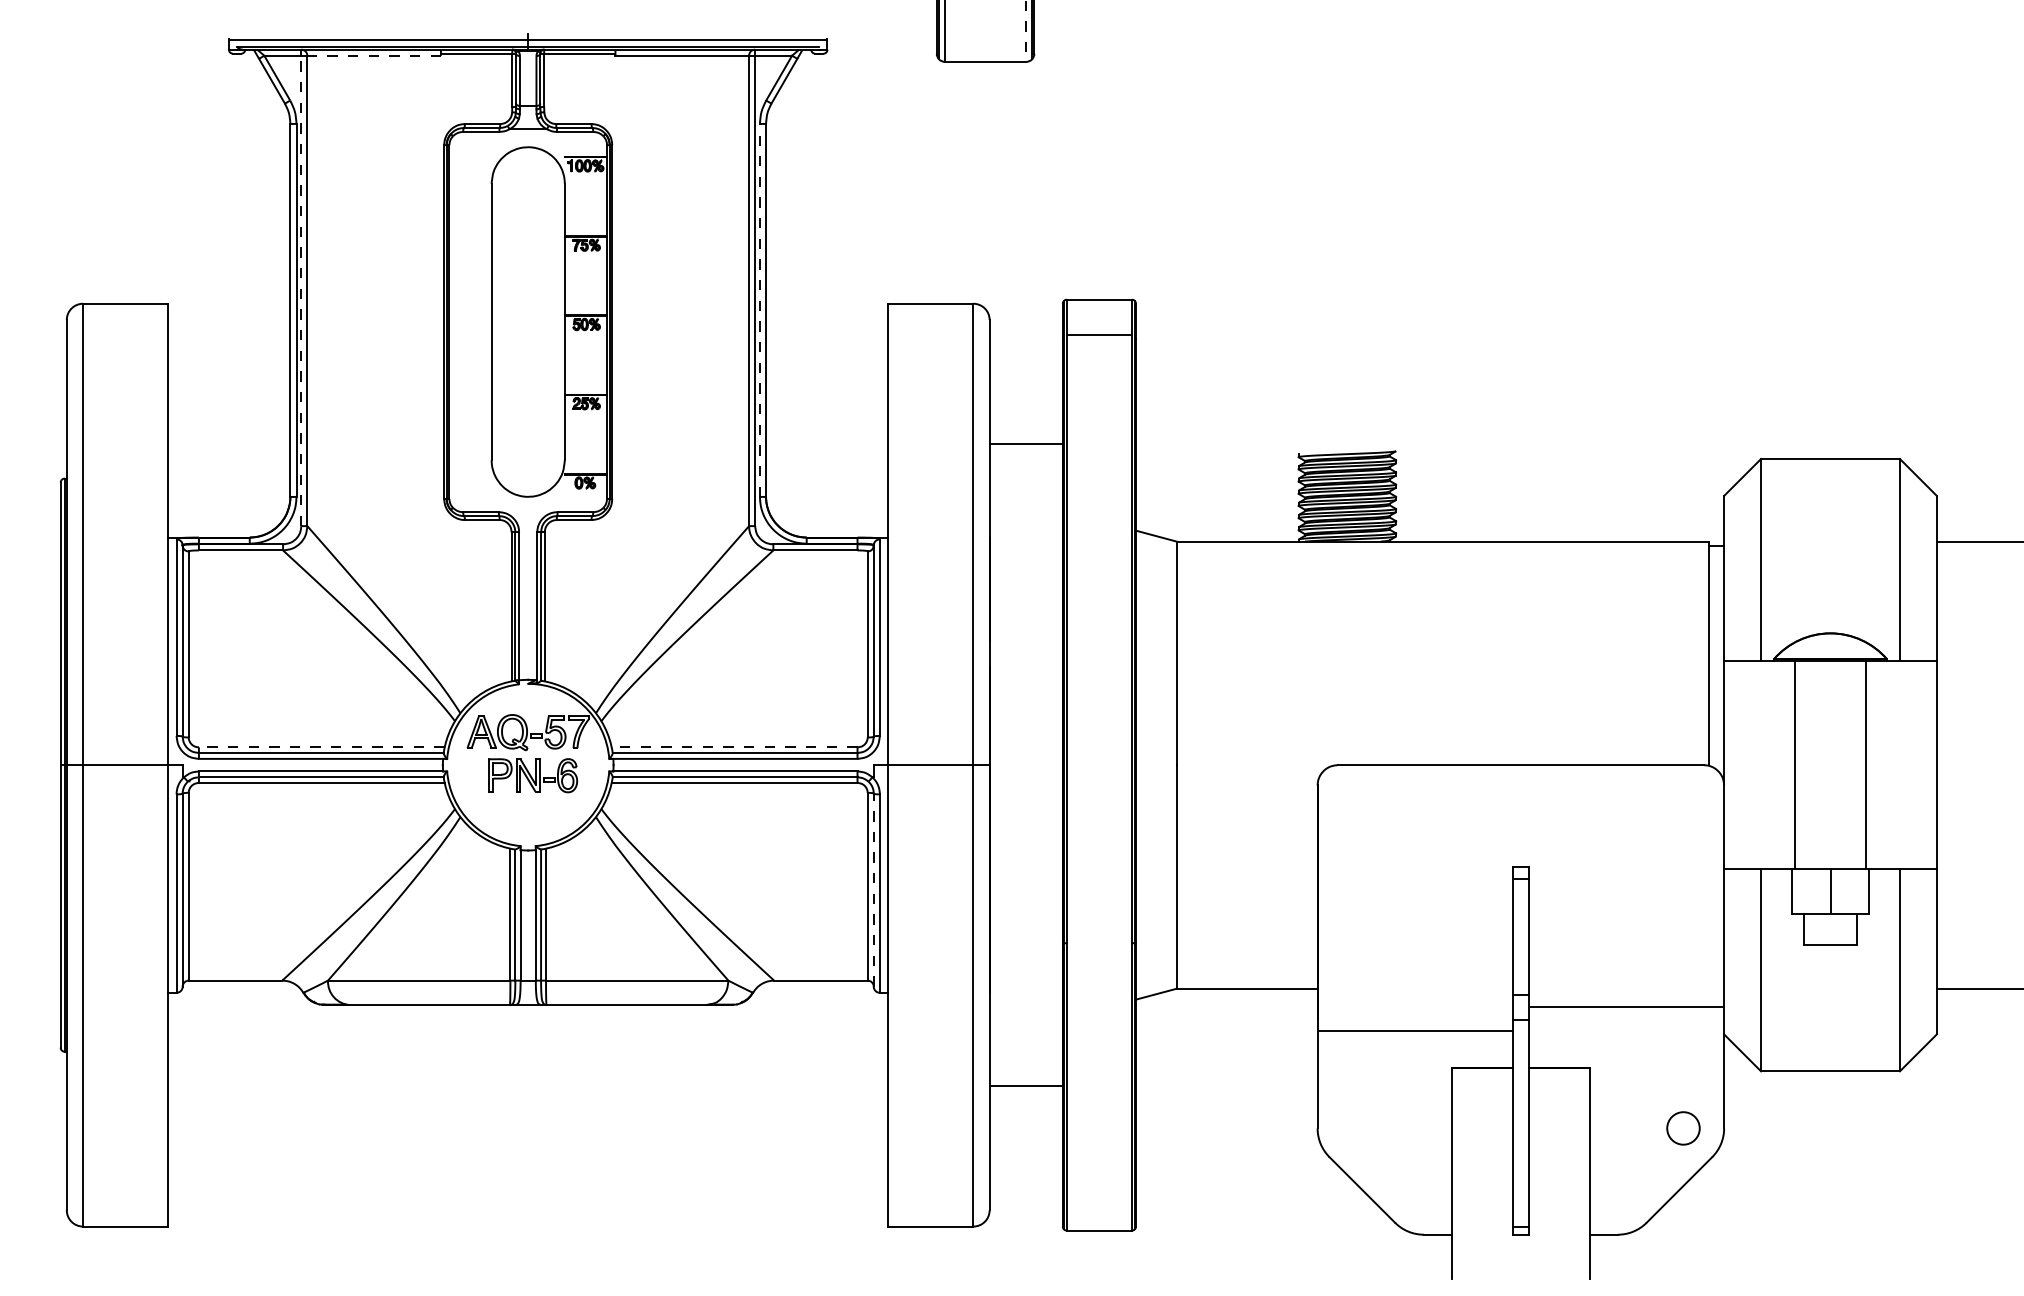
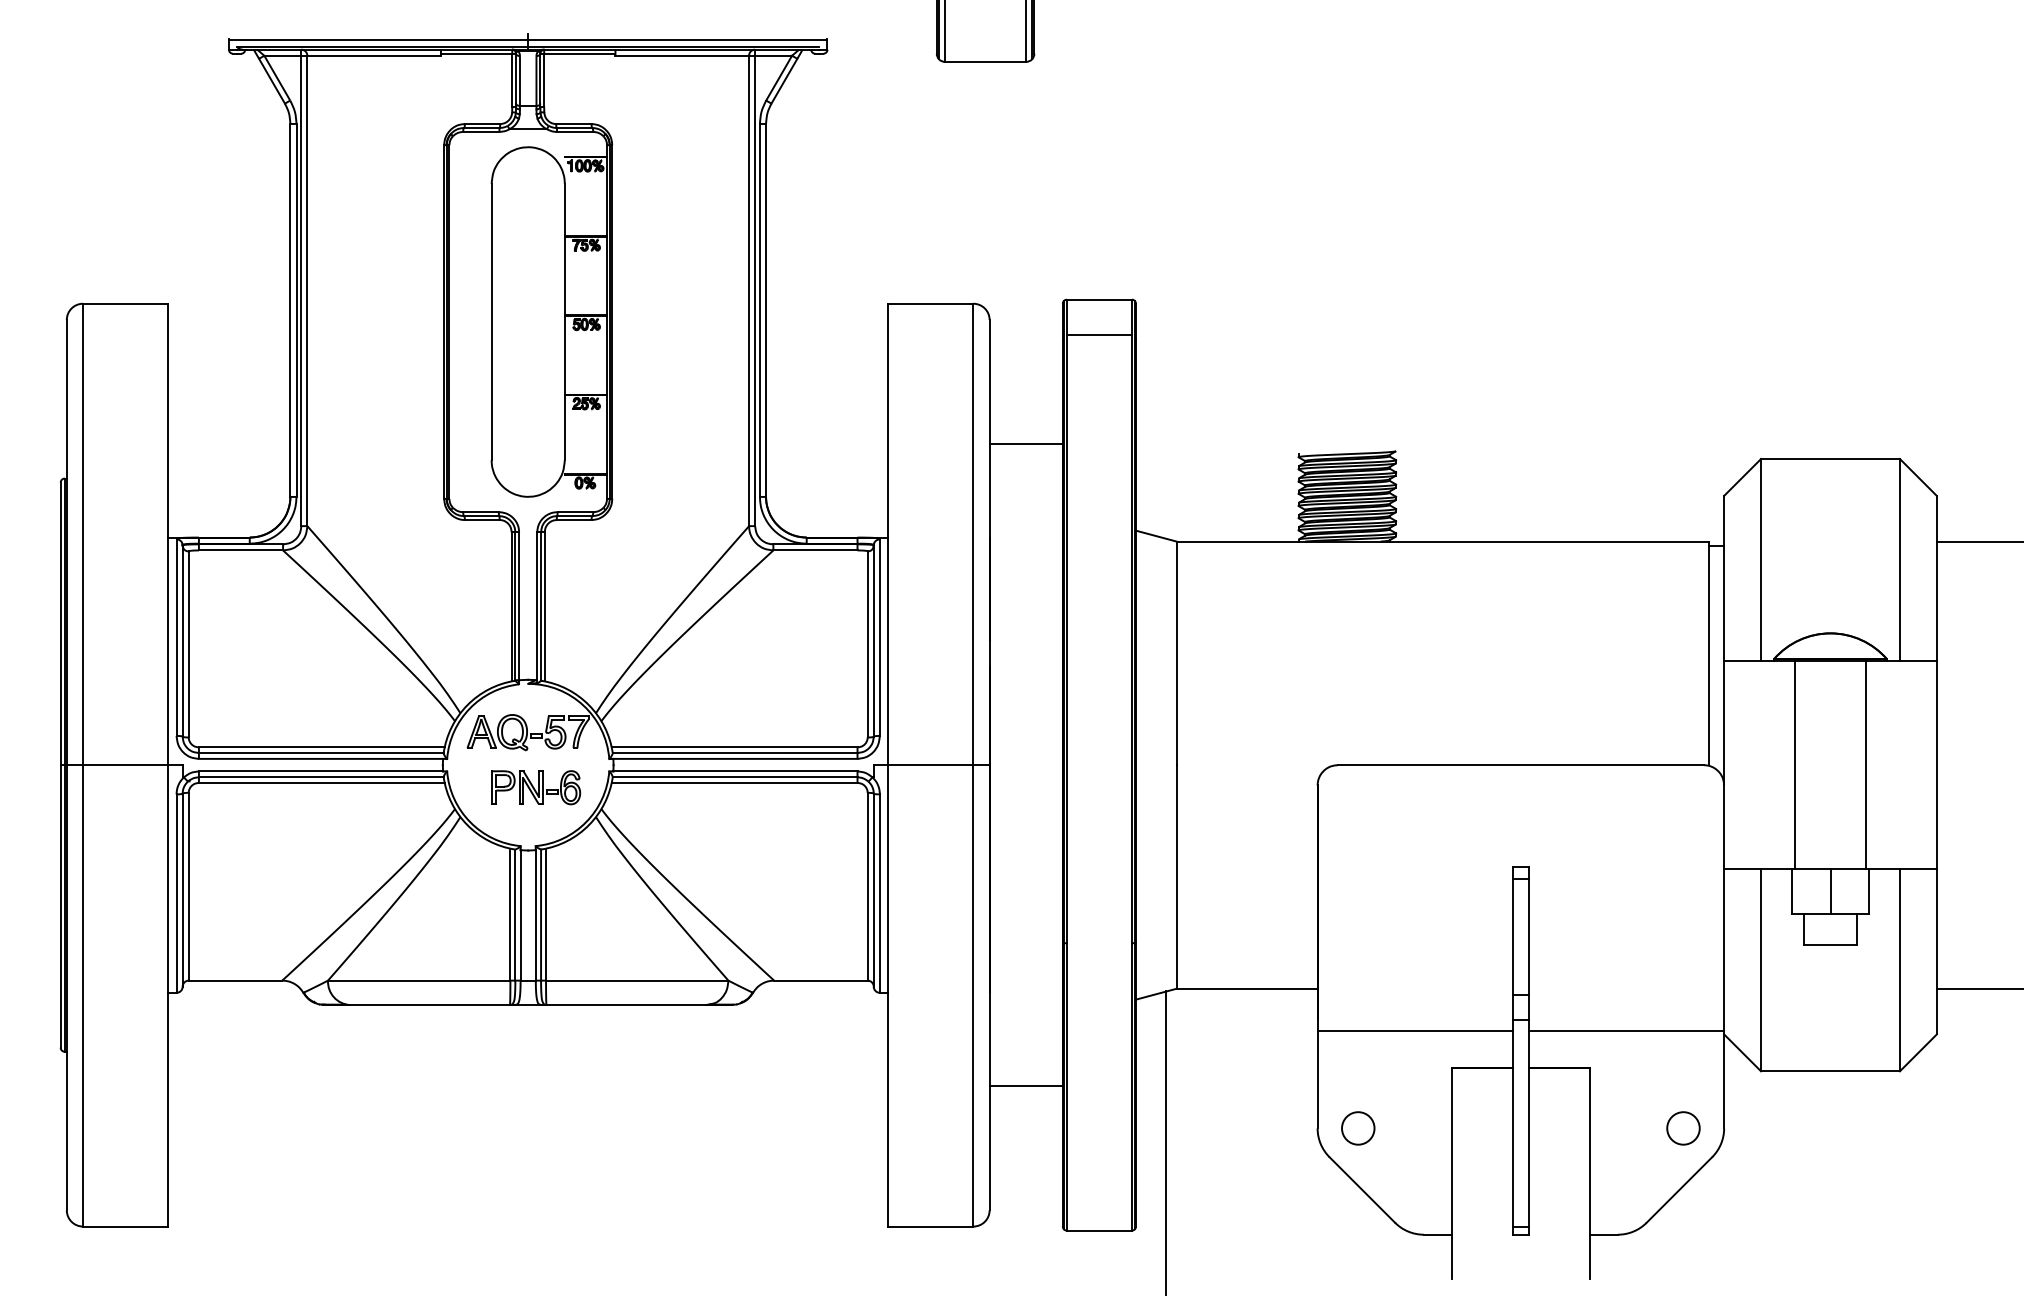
line at (1026, 31): dashed -> solid
line at (374, 55): dashed -> solid
line at (301, 290): dashed -> solid
line at (759, 309): dashed -> solid
line at (321, 747): dashed -> solid
line at (734, 747): dashed -> solid
part at (533, 775) position: (533, 775) -> (536, 787)
line at (873, 890): dashed -> solid
line at (1626, 1007) position: (1626, 1007) -> (1626, 1031)
circle at (1358, 1128): none -> present
line at (1166, 1141): none -> present
